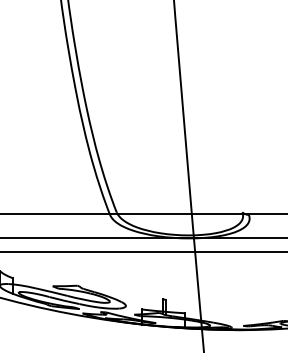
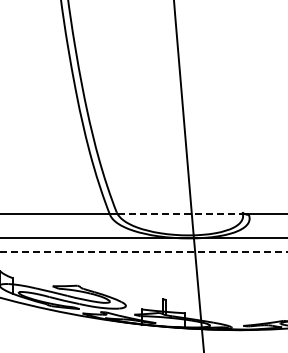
line at (180, 214): solid -> dashed
line at (144, 252): solid -> dashed
